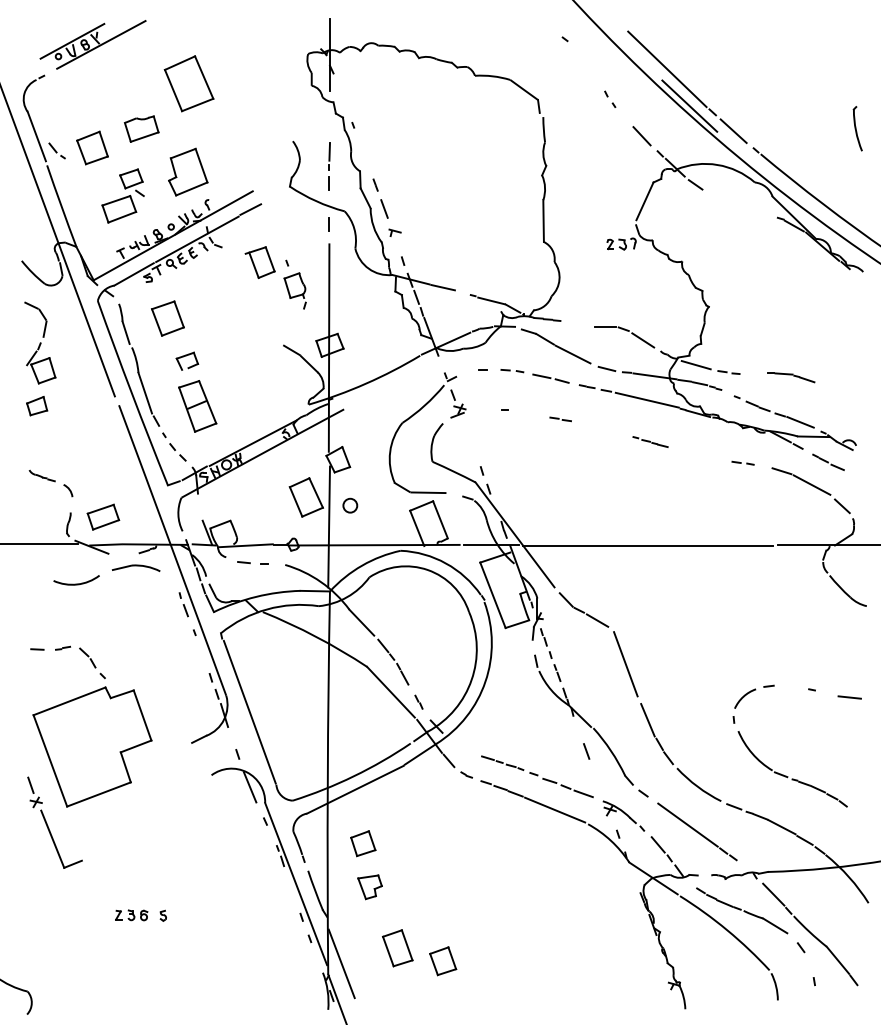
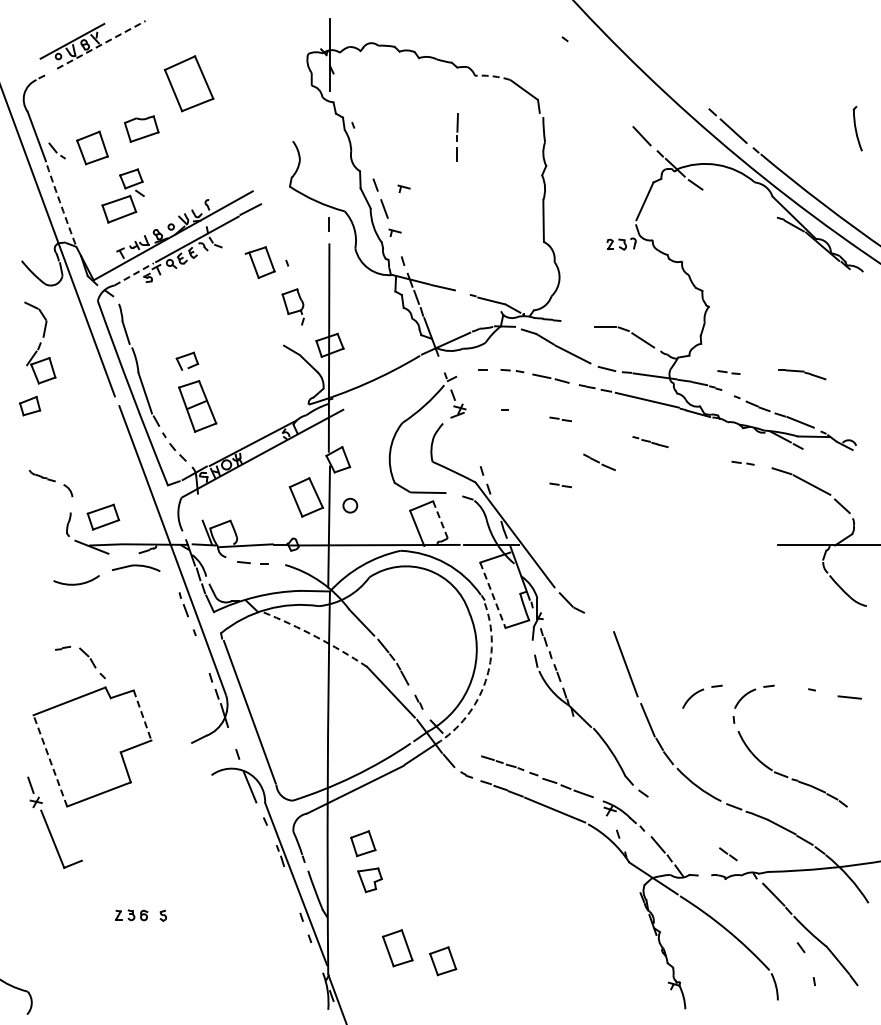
line at (101, 44): solid -> dashed
line at (667, 69): present -> none
arc at (492, 76): solid -> dashed
part at (610, 98): present -> none
line at (689, 105): present -> none
line at (329, 166) position: (329, 166) -> (457, 137)
part at (188, 171): present -> none
part at (403, 188): none -> present
arc at (61, 206): solid -> dashed
line at (134, 274): solid -> dashed
part at (294, 290) position: (294, 290) -> (292, 306)
part at (167, 318): present -> none
line at (695, 365): present -> none
part at (791, 377) position: (791, 377) -> (802, 374)
part at (37, 406) position: (37, 406) -> (30, 406)
part at (828, 461) position: (828, 461) -> (599, 461)
line at (559, 485): none -> present
line at (440, 519): solid -> dashed
line at (40, 543): present -> none
line at (647, 546): present -> none
line at (493, 595): solid -> dashed
line at (597, 620): present -> none
arc at (316, 636): solid -> dashed
line at (37, 649): present -> none
arc at (485, 681): solid -> dashed
part at (702, 696): none -> present
line at (142, 715): solid -> dashed
line at (586, 751): present -> none
line at (50, 760): solid -> dashed
line at (687, 824): present -> none
part at (369, 887) position: (369, 887) -> (369, 880)
part at (742, 910): present -> none
line at (341, 963): present -> none
